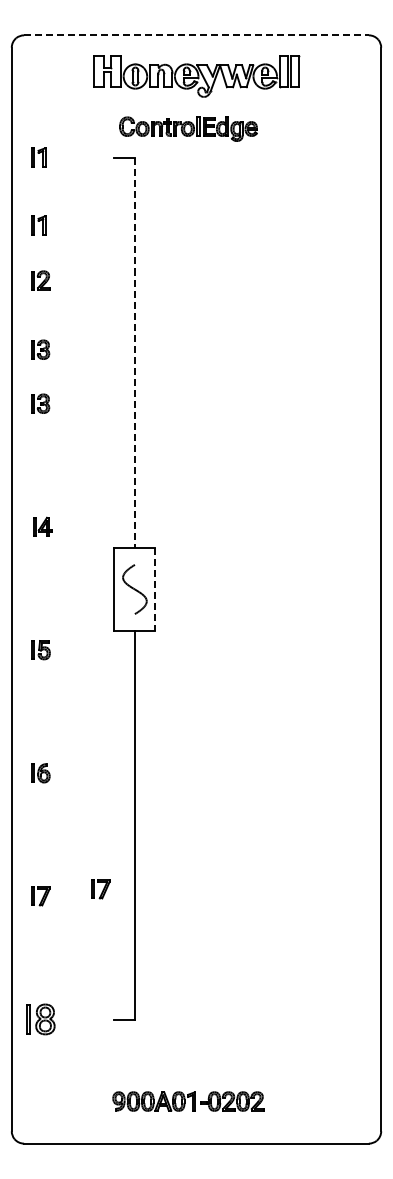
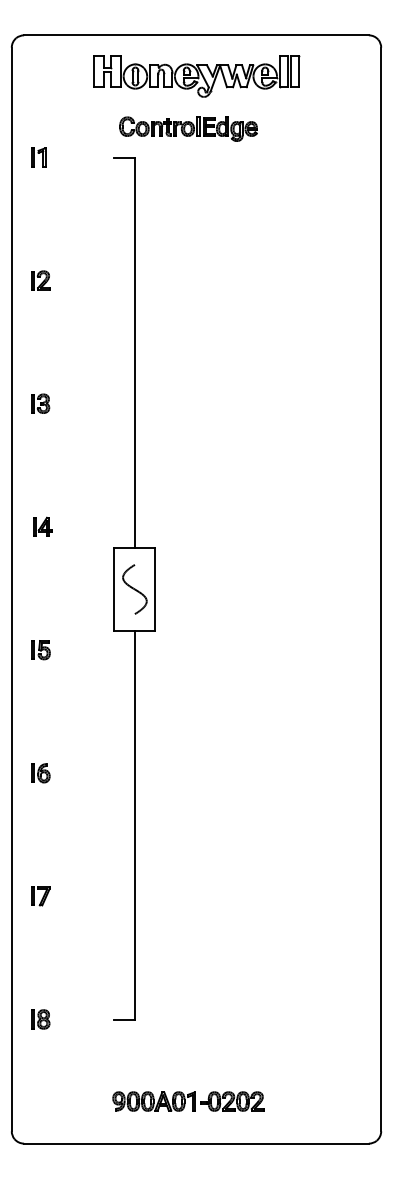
line at (196, 35): dashed -> solid
part at (38, 225): present -> none
part at (40, 349): present -> none
line at (134, 353): dashed -> solid
line at (155, 589): dashed -> solid
part at (100, 889): present -> none
part at (40, 1019) size: 30x33 px -> 20x21 px
